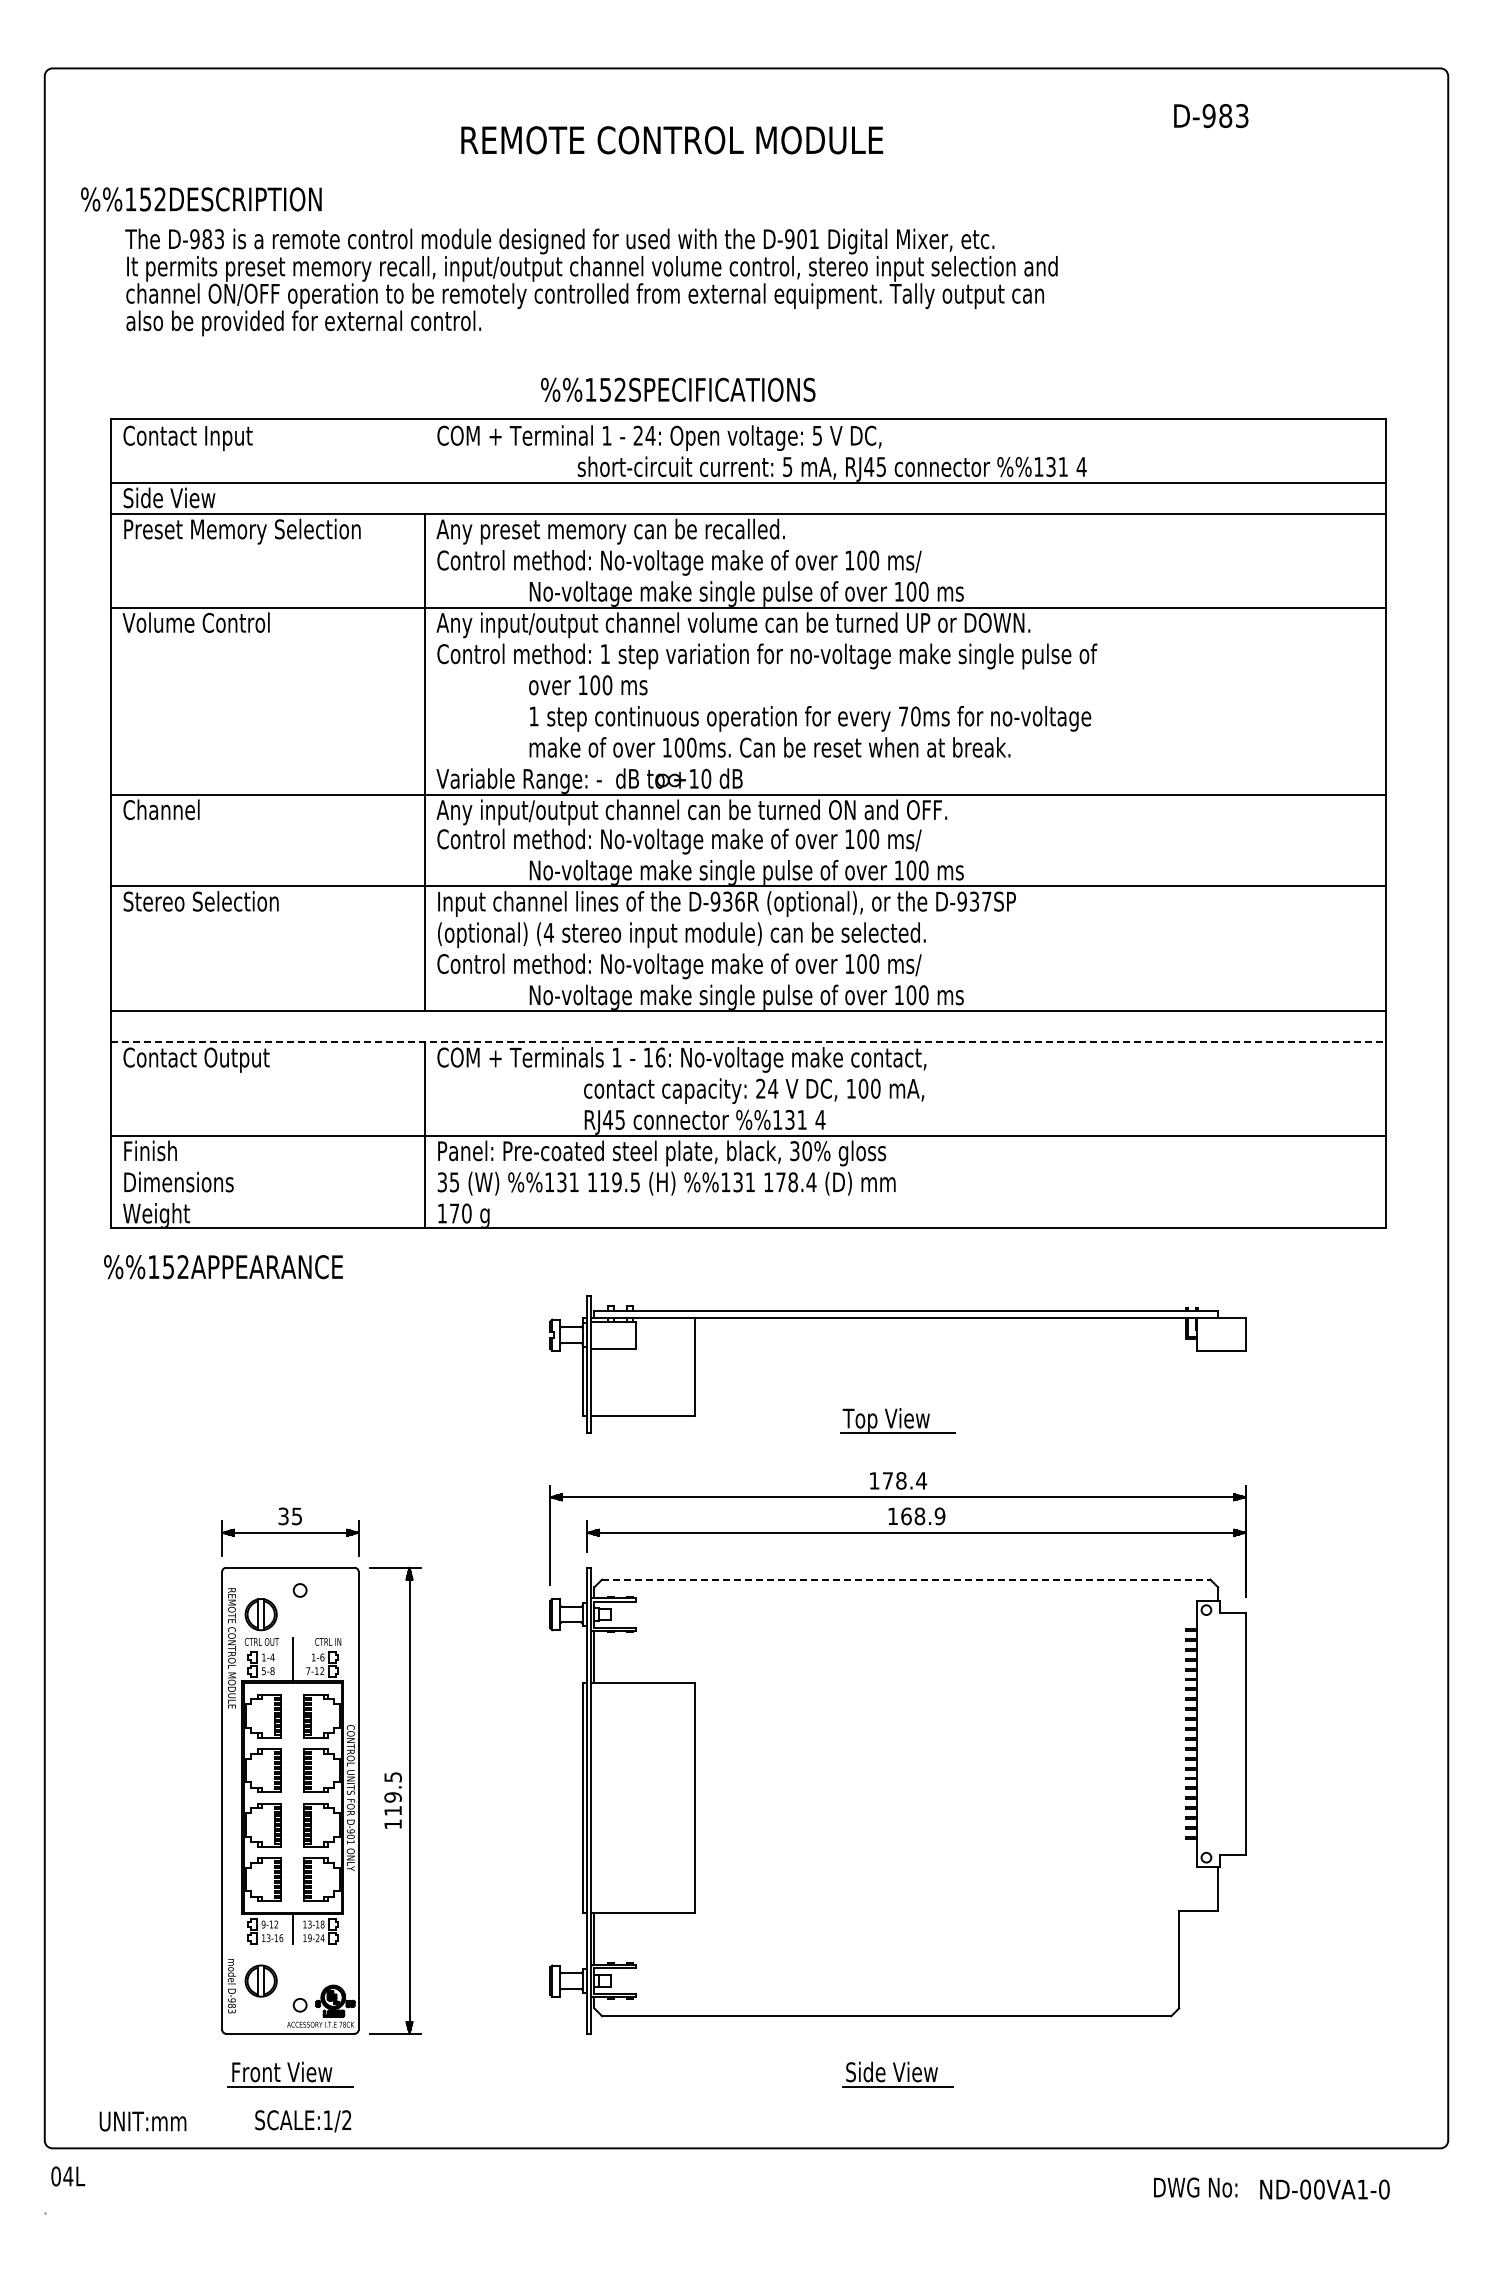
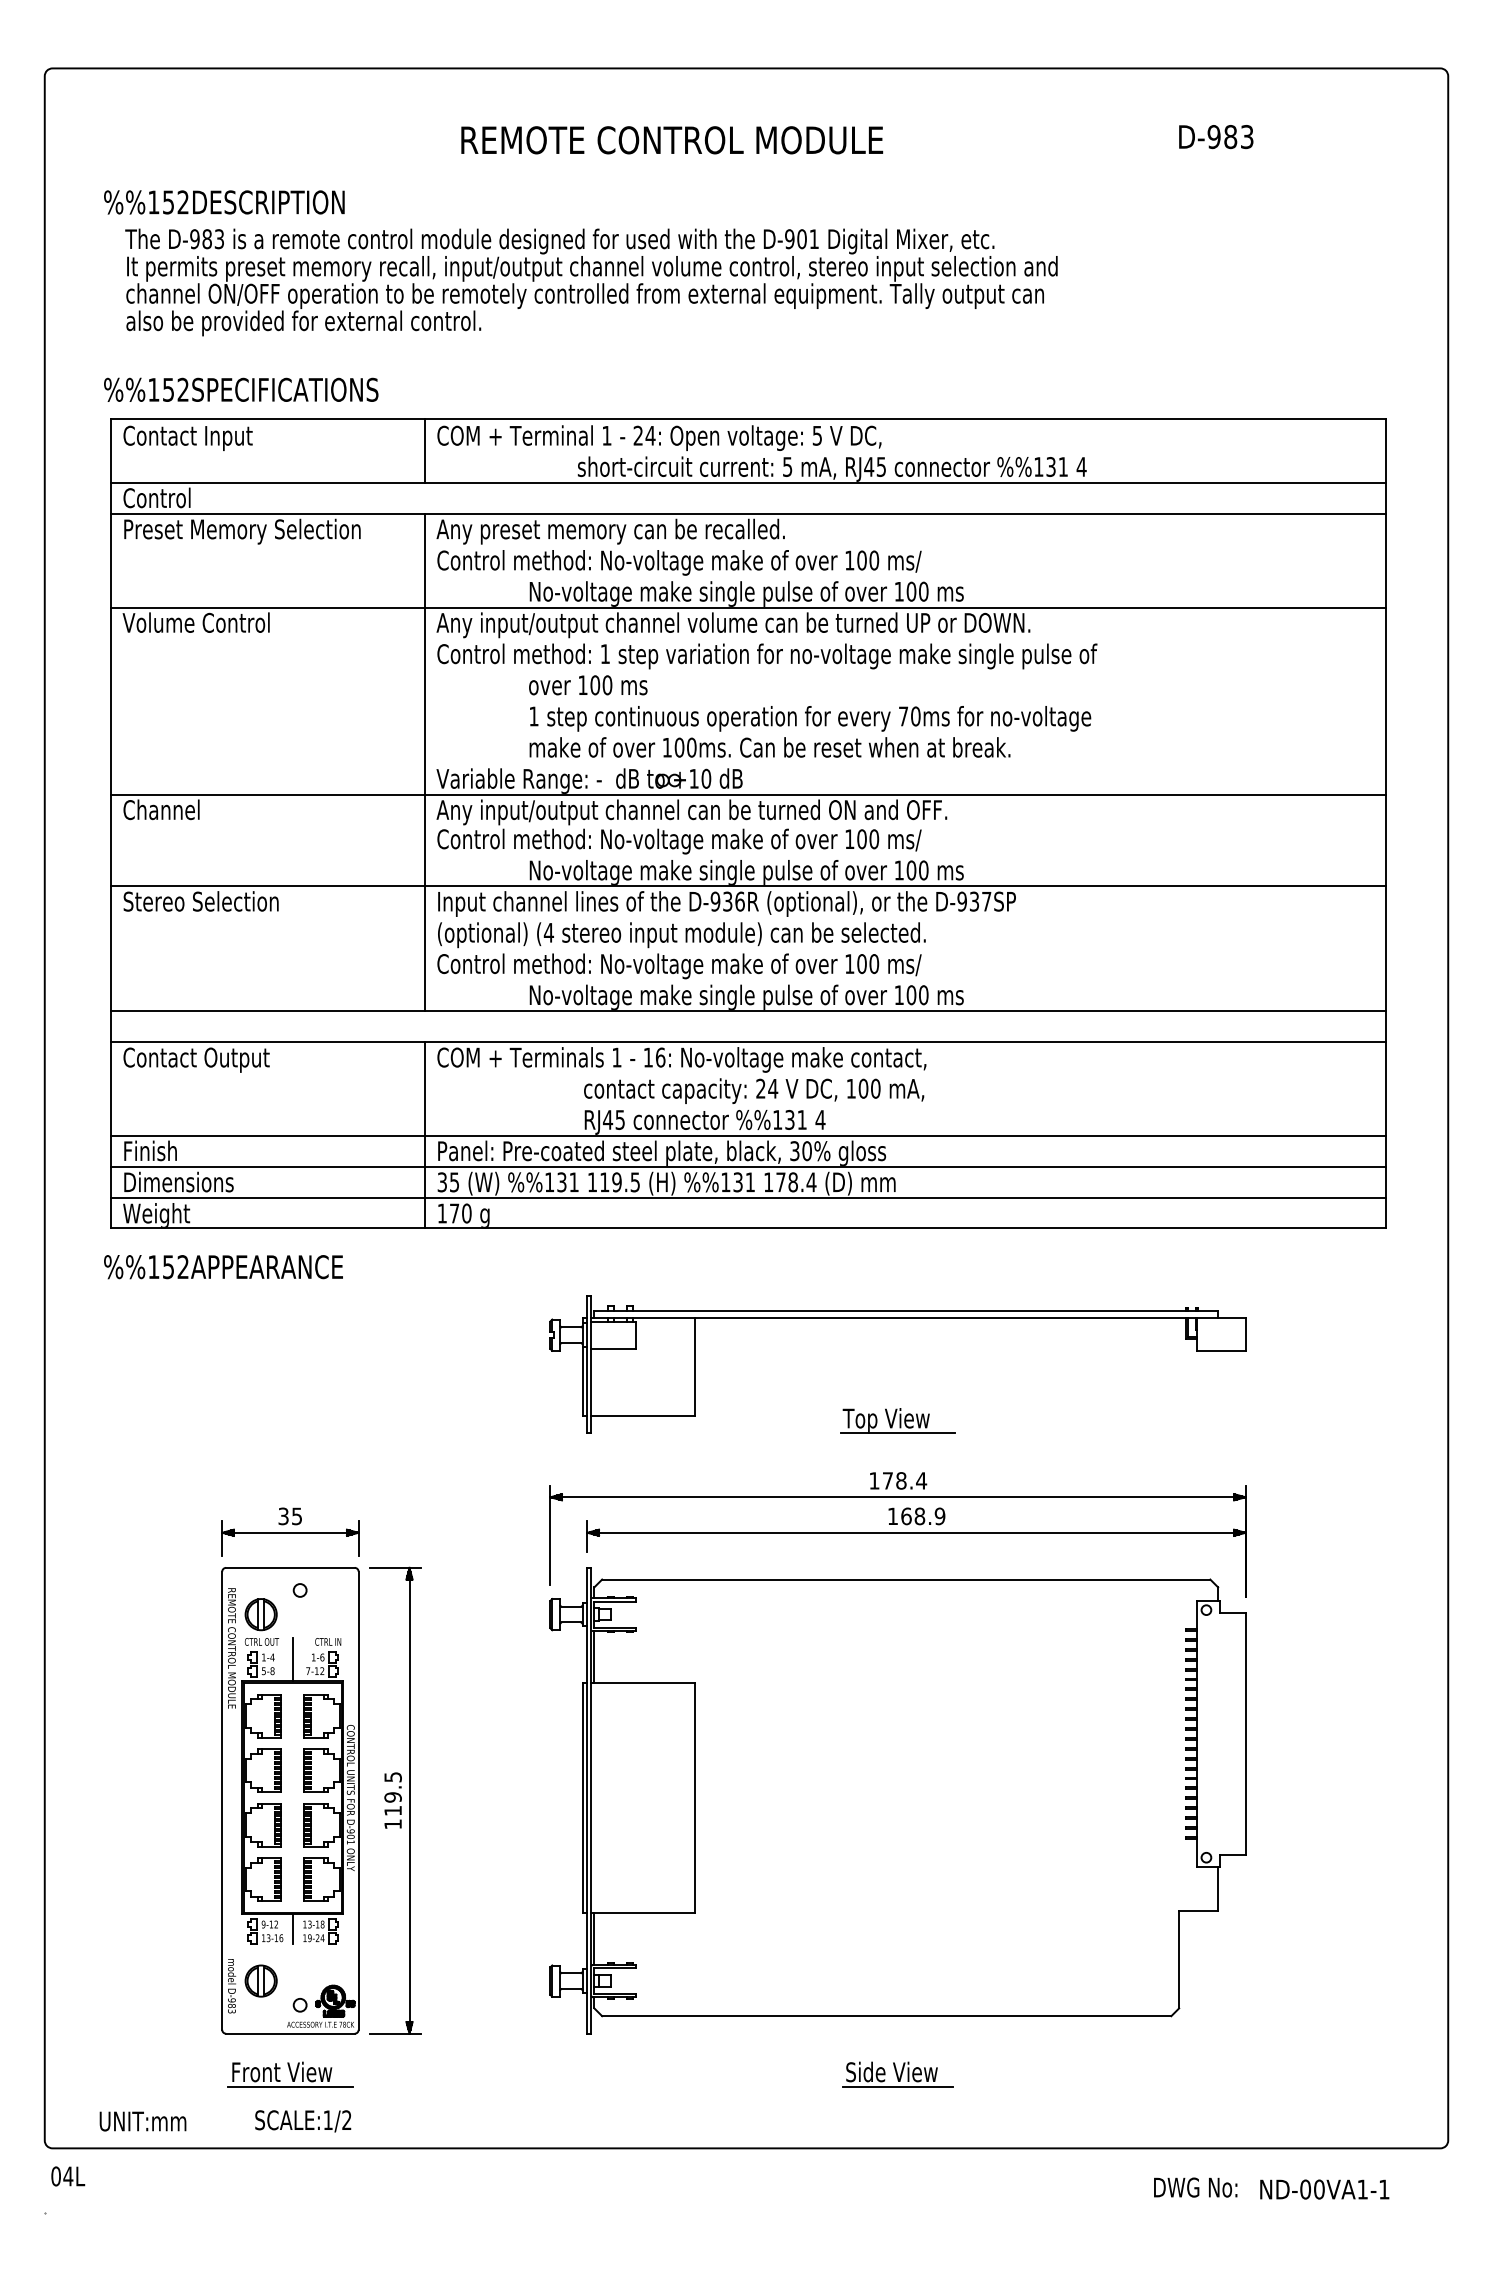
text at (1211, 116) position: (1211, 116) -> (1216, 137)
text at (201, 199) position: (201, 199) -> (224, 202)
text at (678, 389) position: (678, 389) -> (241, 389)
line at (424, 450): none -> present
text at (169, 497): Side View -> Control
line at (748, 1042): dashed -> solid
line at (748, 1167): none -> present
line at (748, 1198): none -> present
line at (906, 1579): dashed -> solid
text at (1384, 2189): ND-00VA1-0 -> ND-00VA1-1
